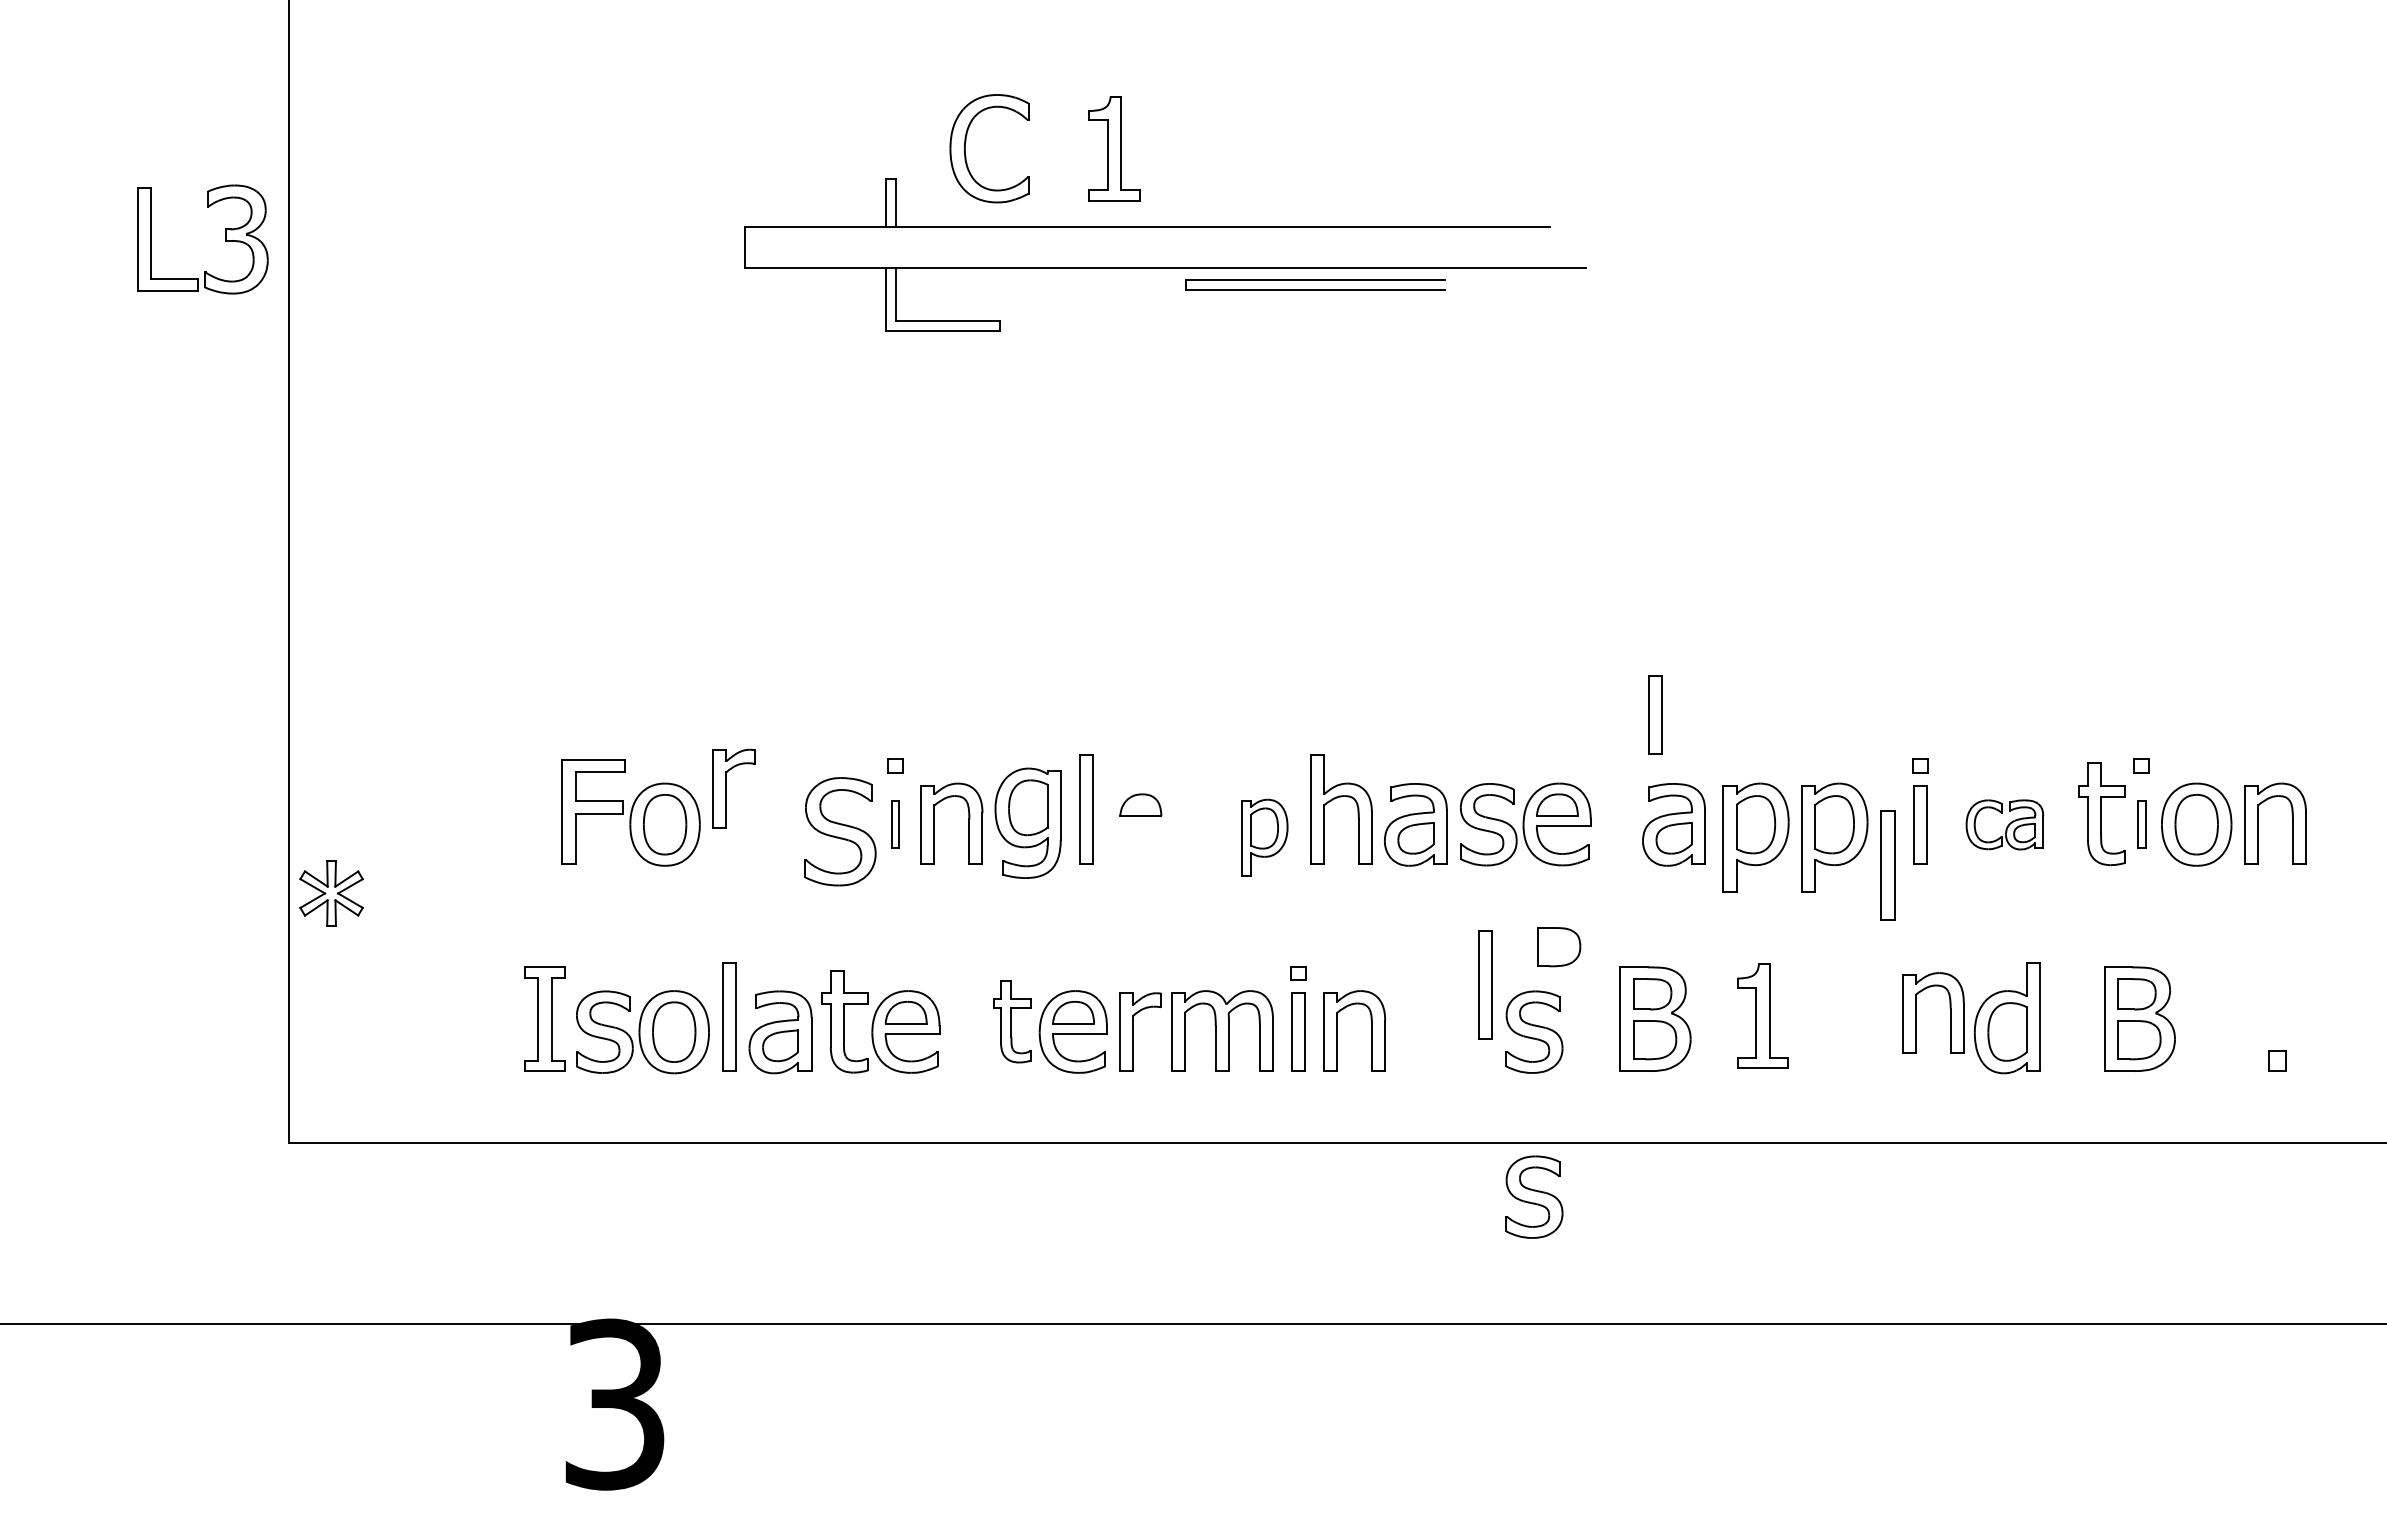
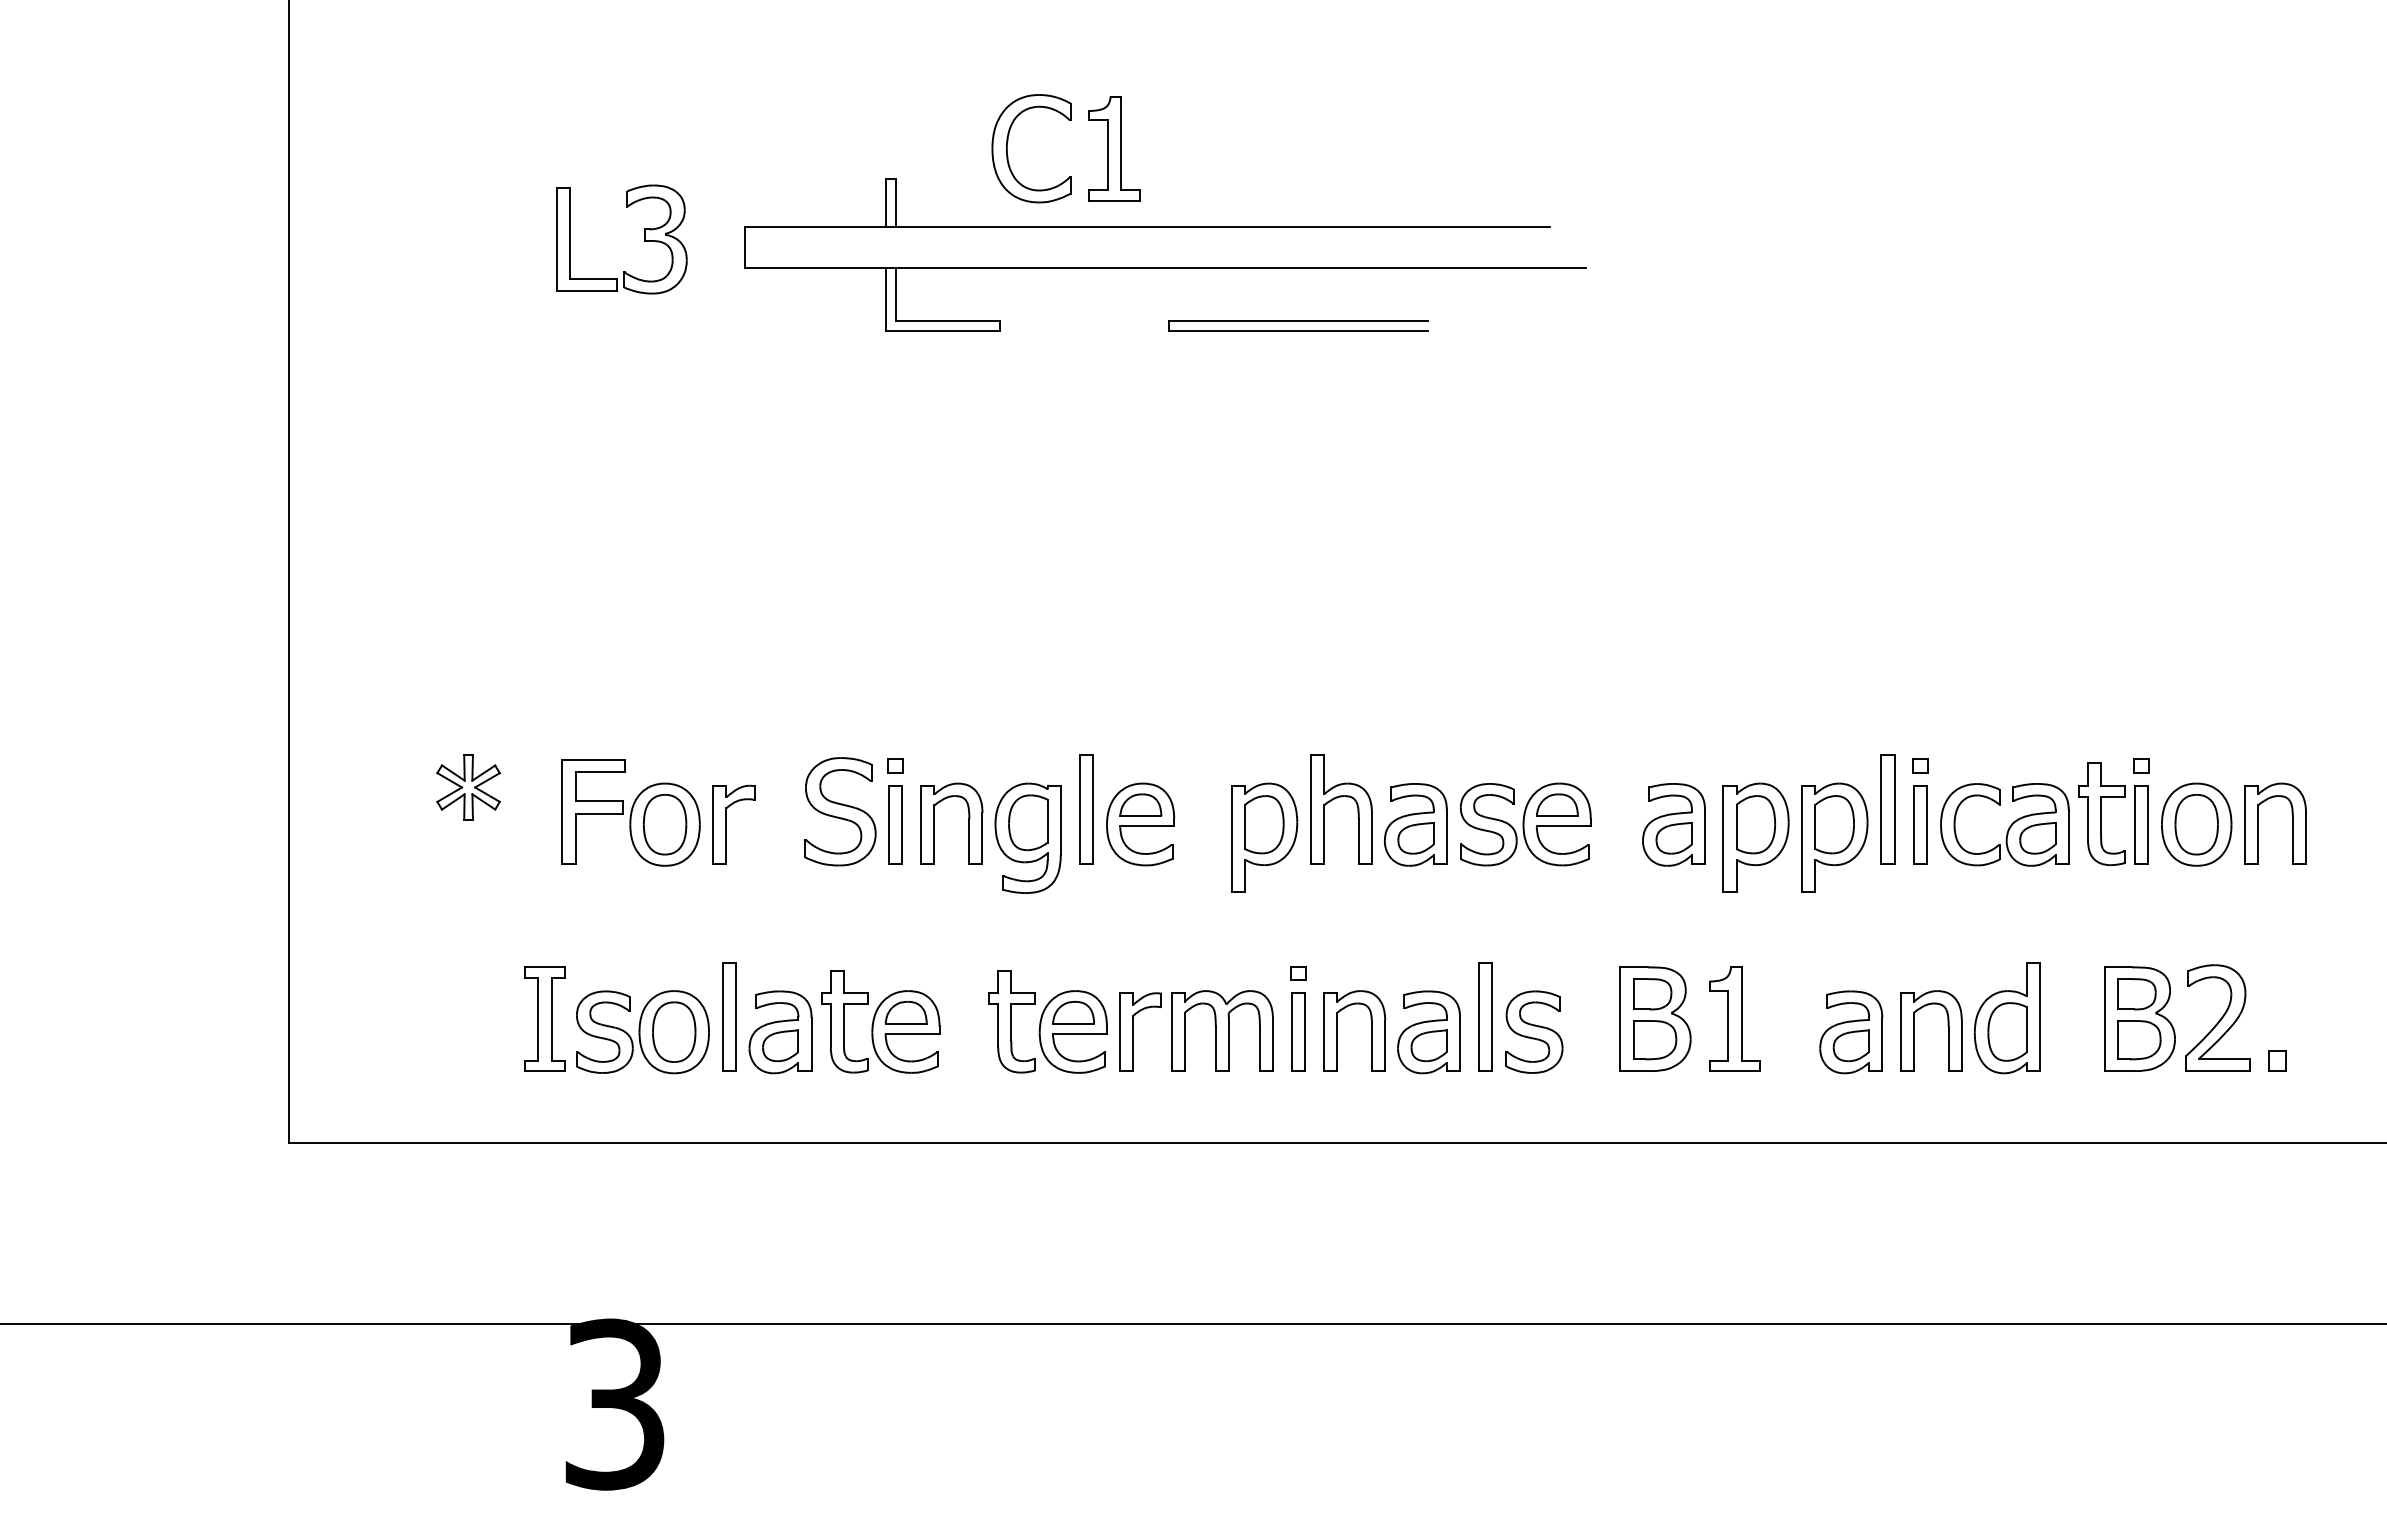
part at (965, 148) position: (965, 148) -> (1007, 148)
part at (225, 239) position: (225, 239) -> (644, 239)
part at (1315, 284) position: (1315, 284) -> (1298, 325)
part at (1655, 714): present -> none
part at (726, 788) position: (726, 788) -> (726, 824)
part at (1027, 822) position: (1027, 822) -> (1027, 837)
part at (895, 824) size: 9x49 px -> 15x80 px
part at (1140, 824): none -> present
part at (2004, 824) size: 80x52 px -> 130x84 px
part at (2141, 824) size: 10x49 px -> 15x80 px
part at (840, 831) position: (840, 831) -> (840, 811)
part at (1264, 837) size: 48x79 px -> 68x111 px
part at (1887, 865) position: (1887, 865) -> (1887, 809)
part at (331, 893) position: (331, 893) -> (468, 787)
part at (1559, 947): present -> none
part at (1485, 984) position: (1485, 984) -> (1485, 1016)
part at (1949, 1008) position: (1949, 1008) -> (1947, 1026)
part at (1762, 1015) position: (1762, 1015) -> (1734, 1018)
part at (2217, 1017): none -> present
part at (1012, 1021) size: 39x84 px -> 48x104 px
part at (1428, 1032): none -> present
part at (1851, 1032): none -> present
part at (1534, 1196): present -> none
